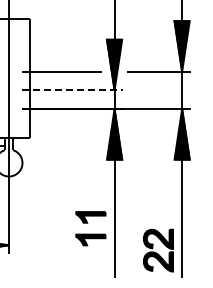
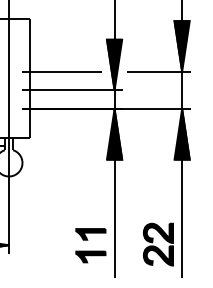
line at (72, 90): dashed -> solid
part at (90, 228) position: (90, 228) -> (90, 245)
part at (158, 250) position: (158, 250) -> (158, 244)
